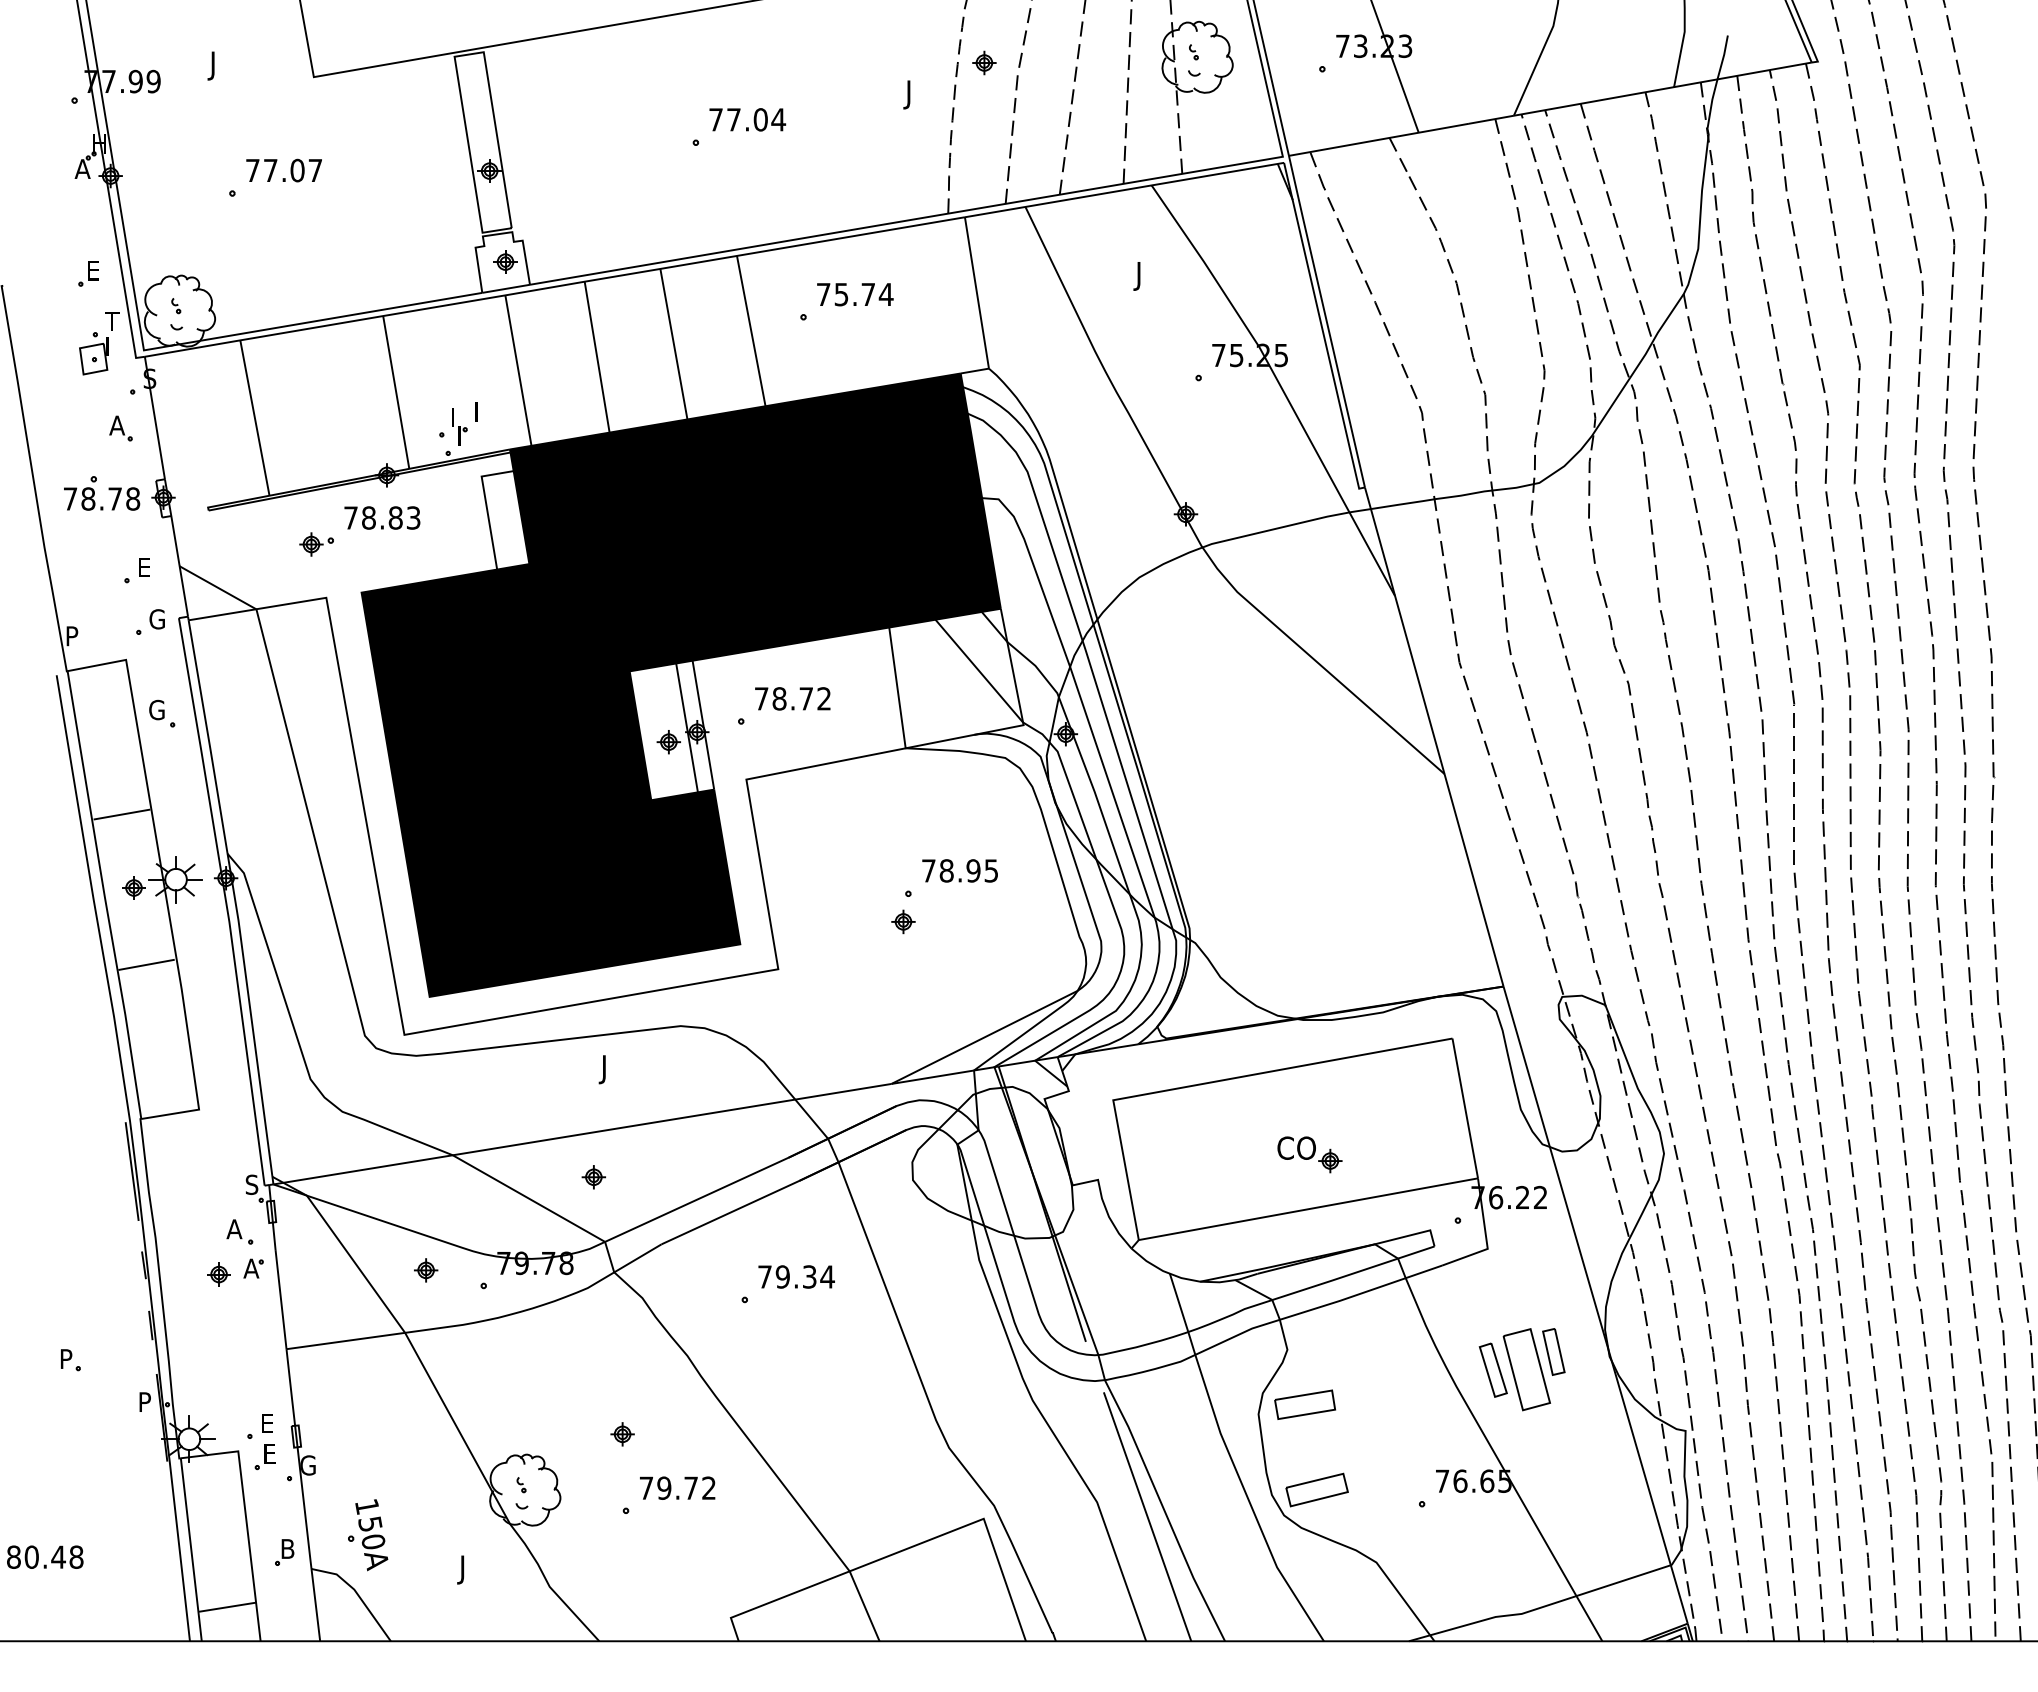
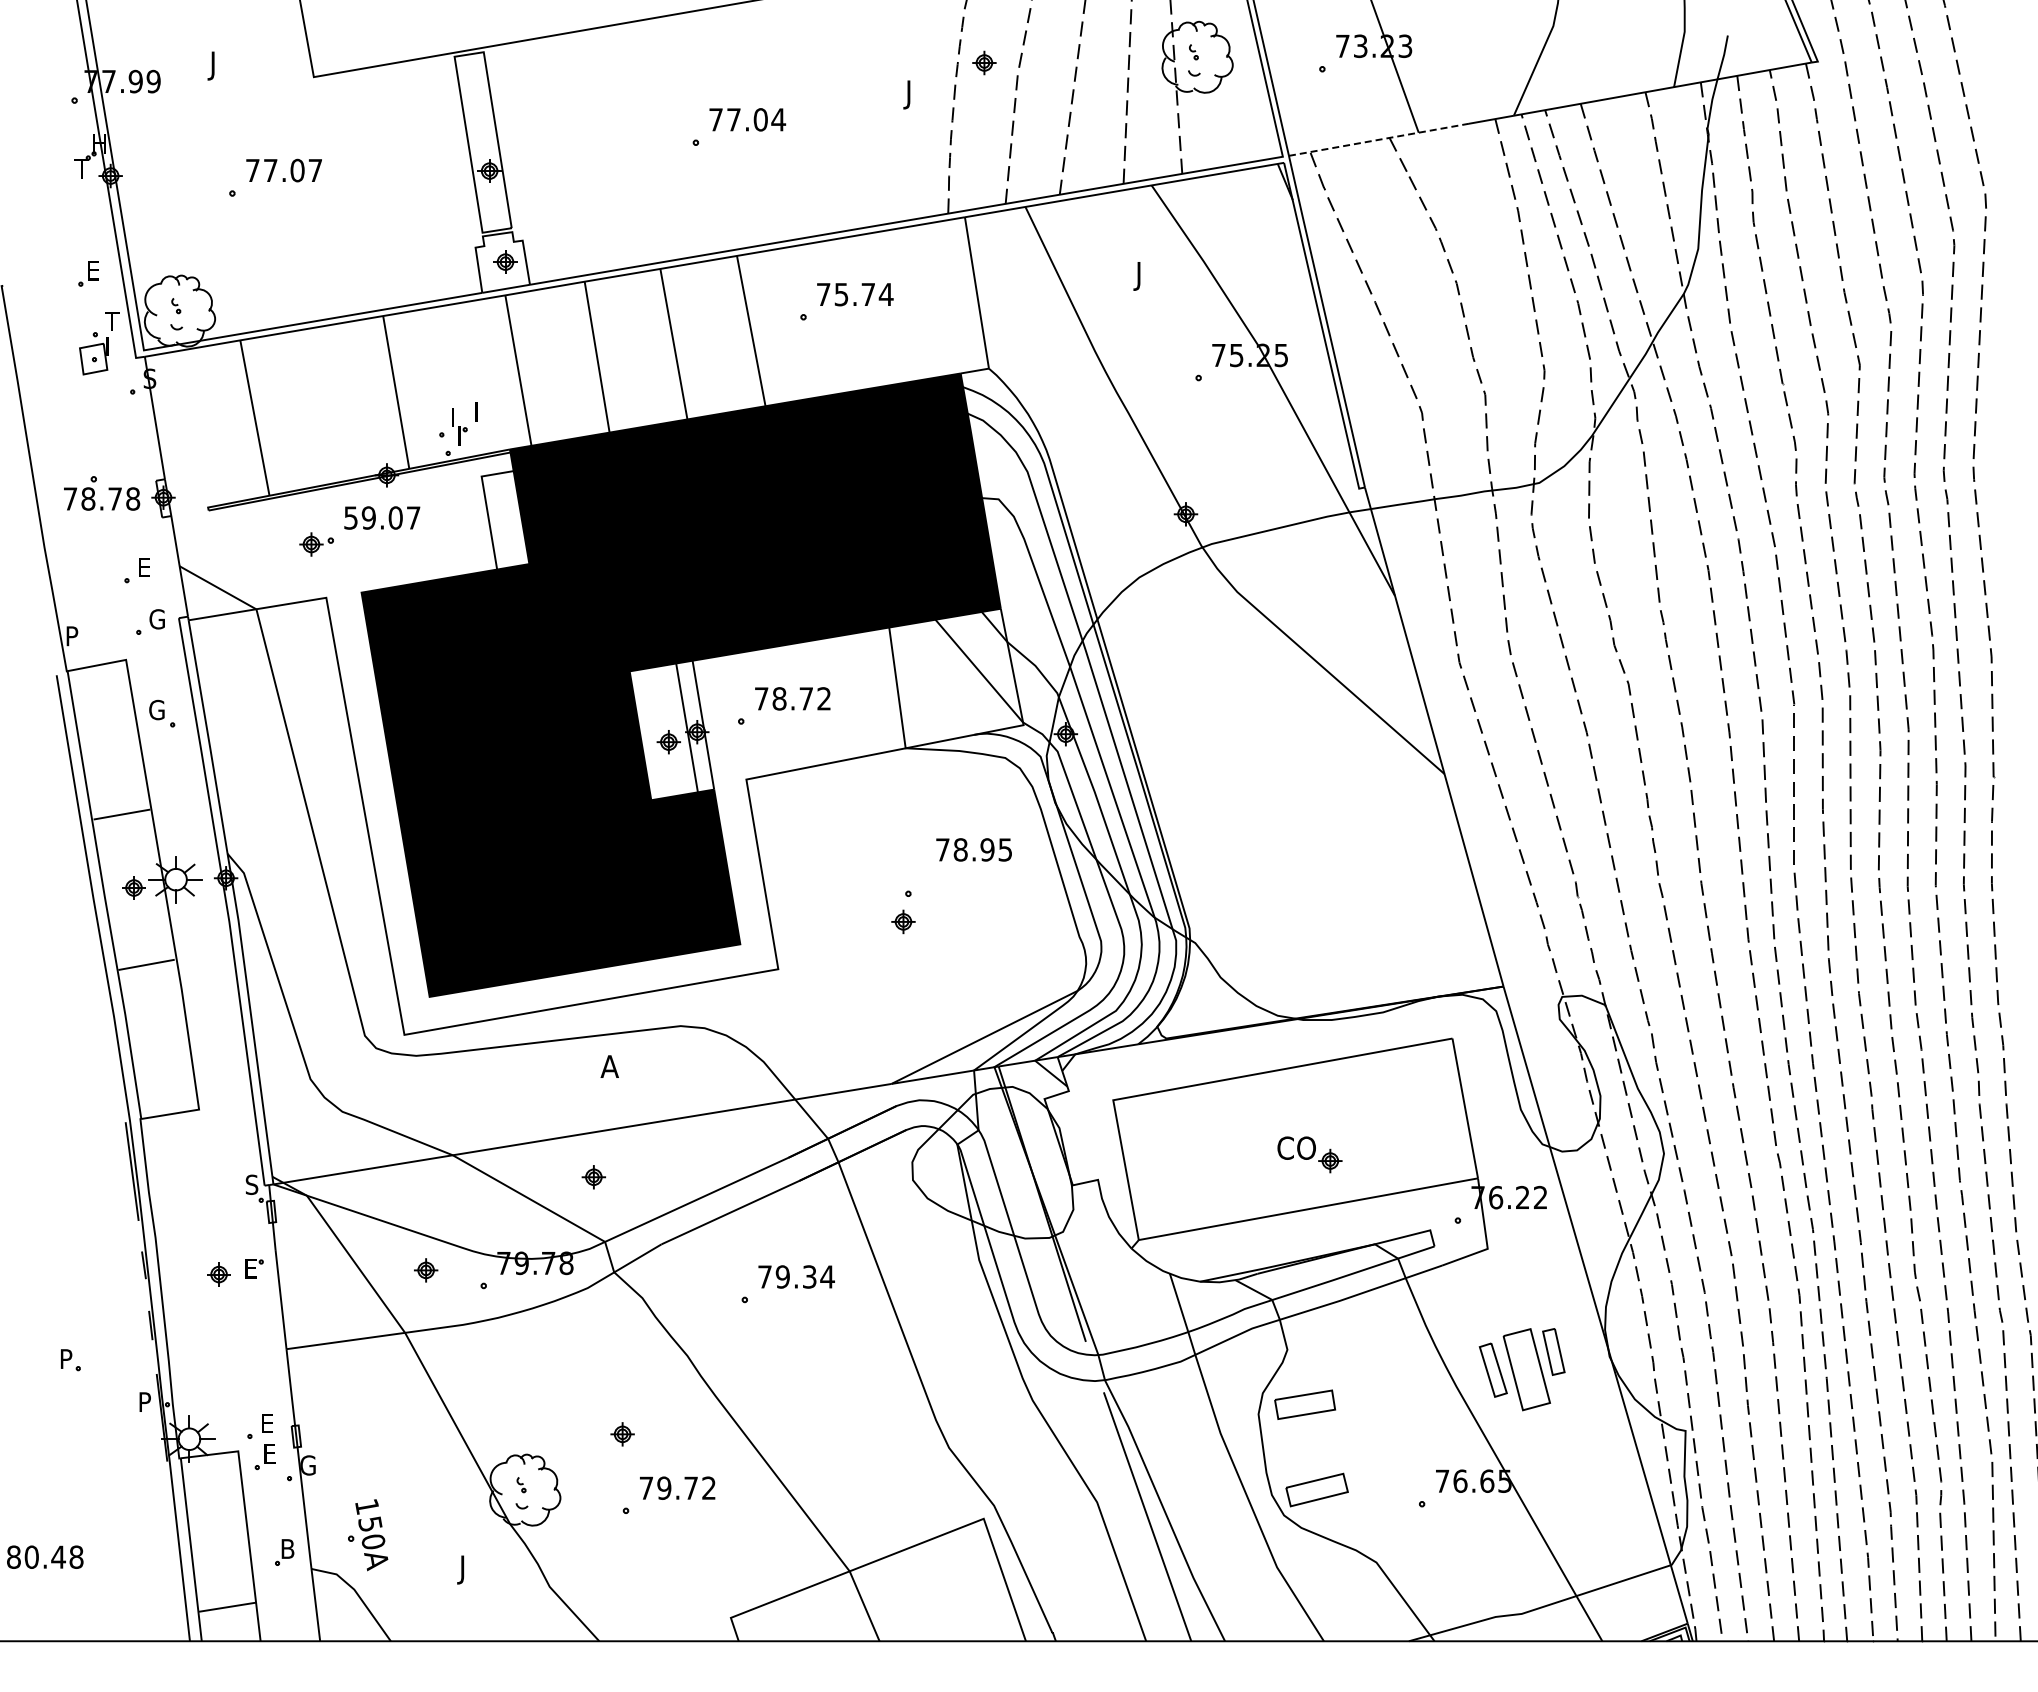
line at (1379, 139): solid -> dashed
text at (82, 168): A -> T
part at (120, 428): present -> none
text at (382, 517): 78.83 -> 59.07
text at (959, 870) position: (959, 870) -> (973, 849)
text at (608, 1069): J -> A
part at (239, 1231): present -> none
text at (251, 1268): A -> E
